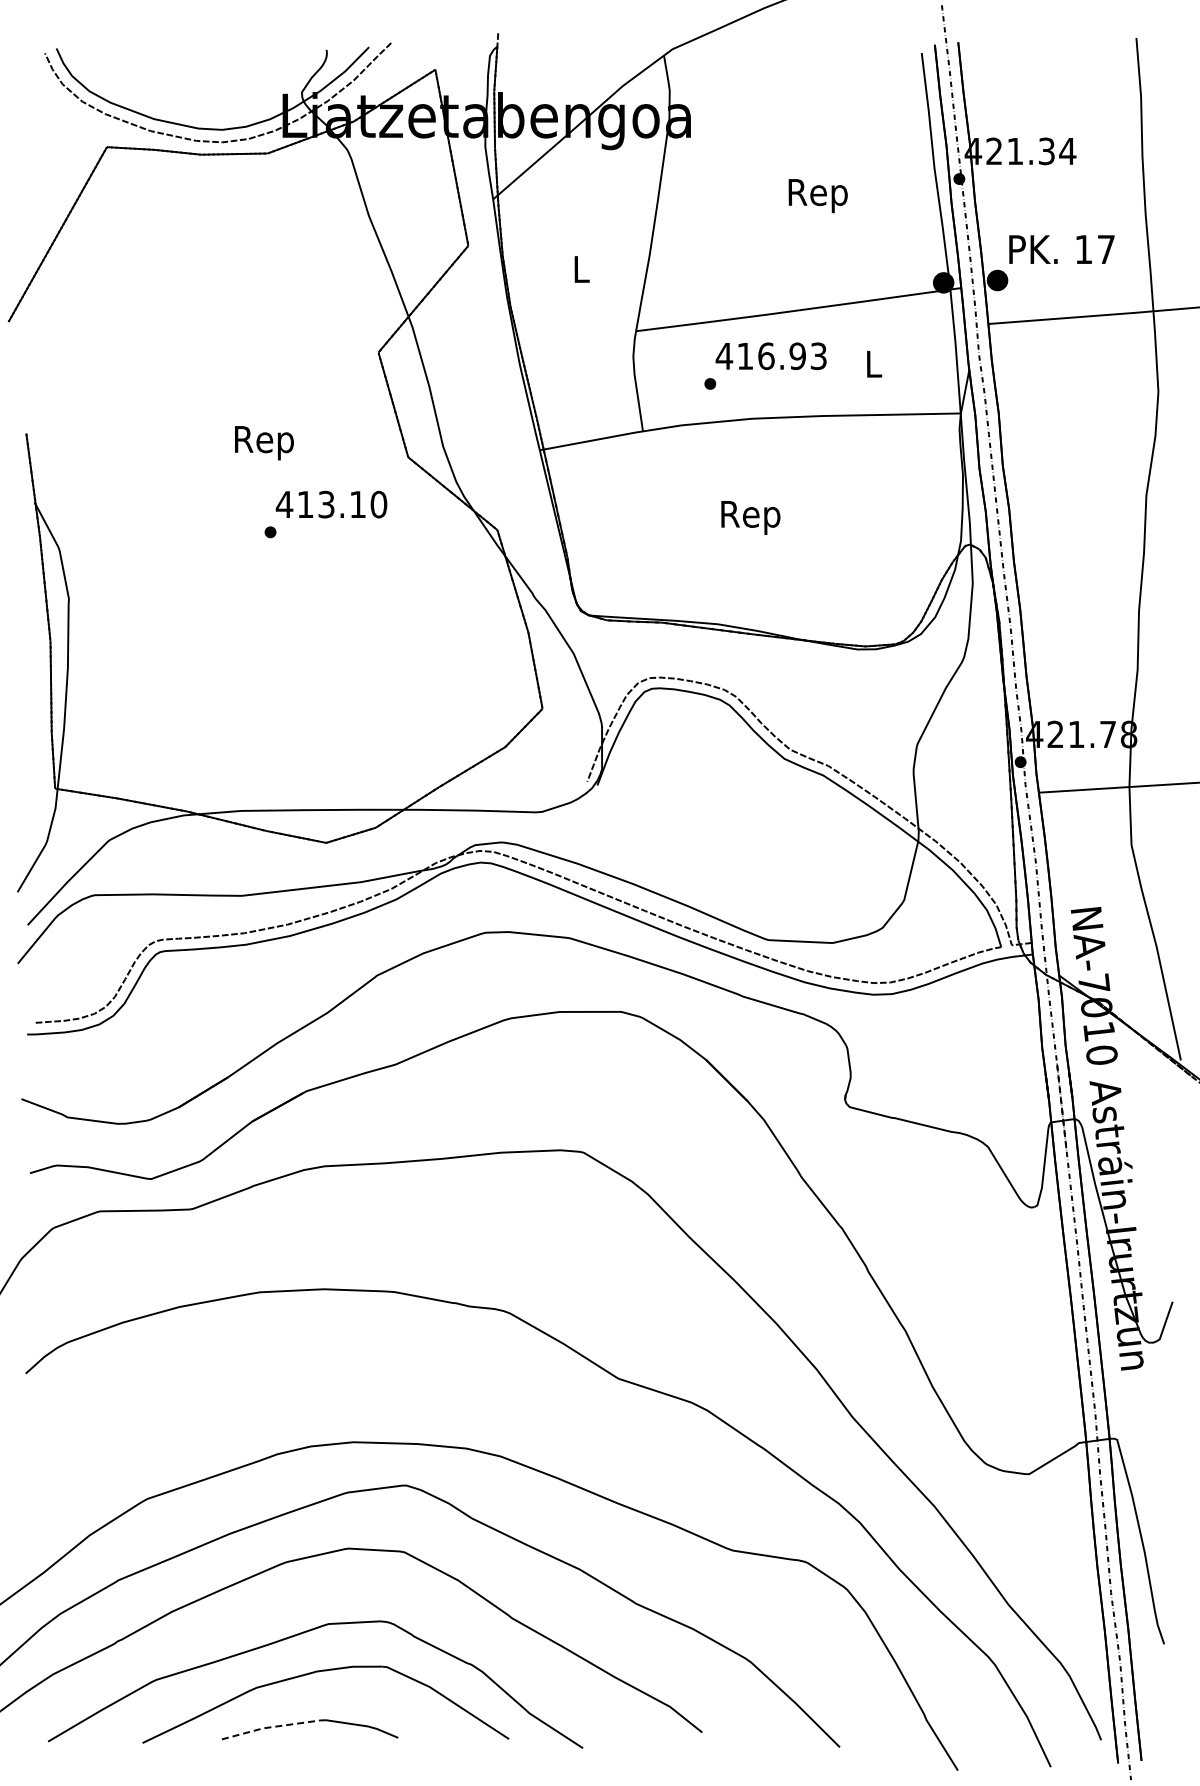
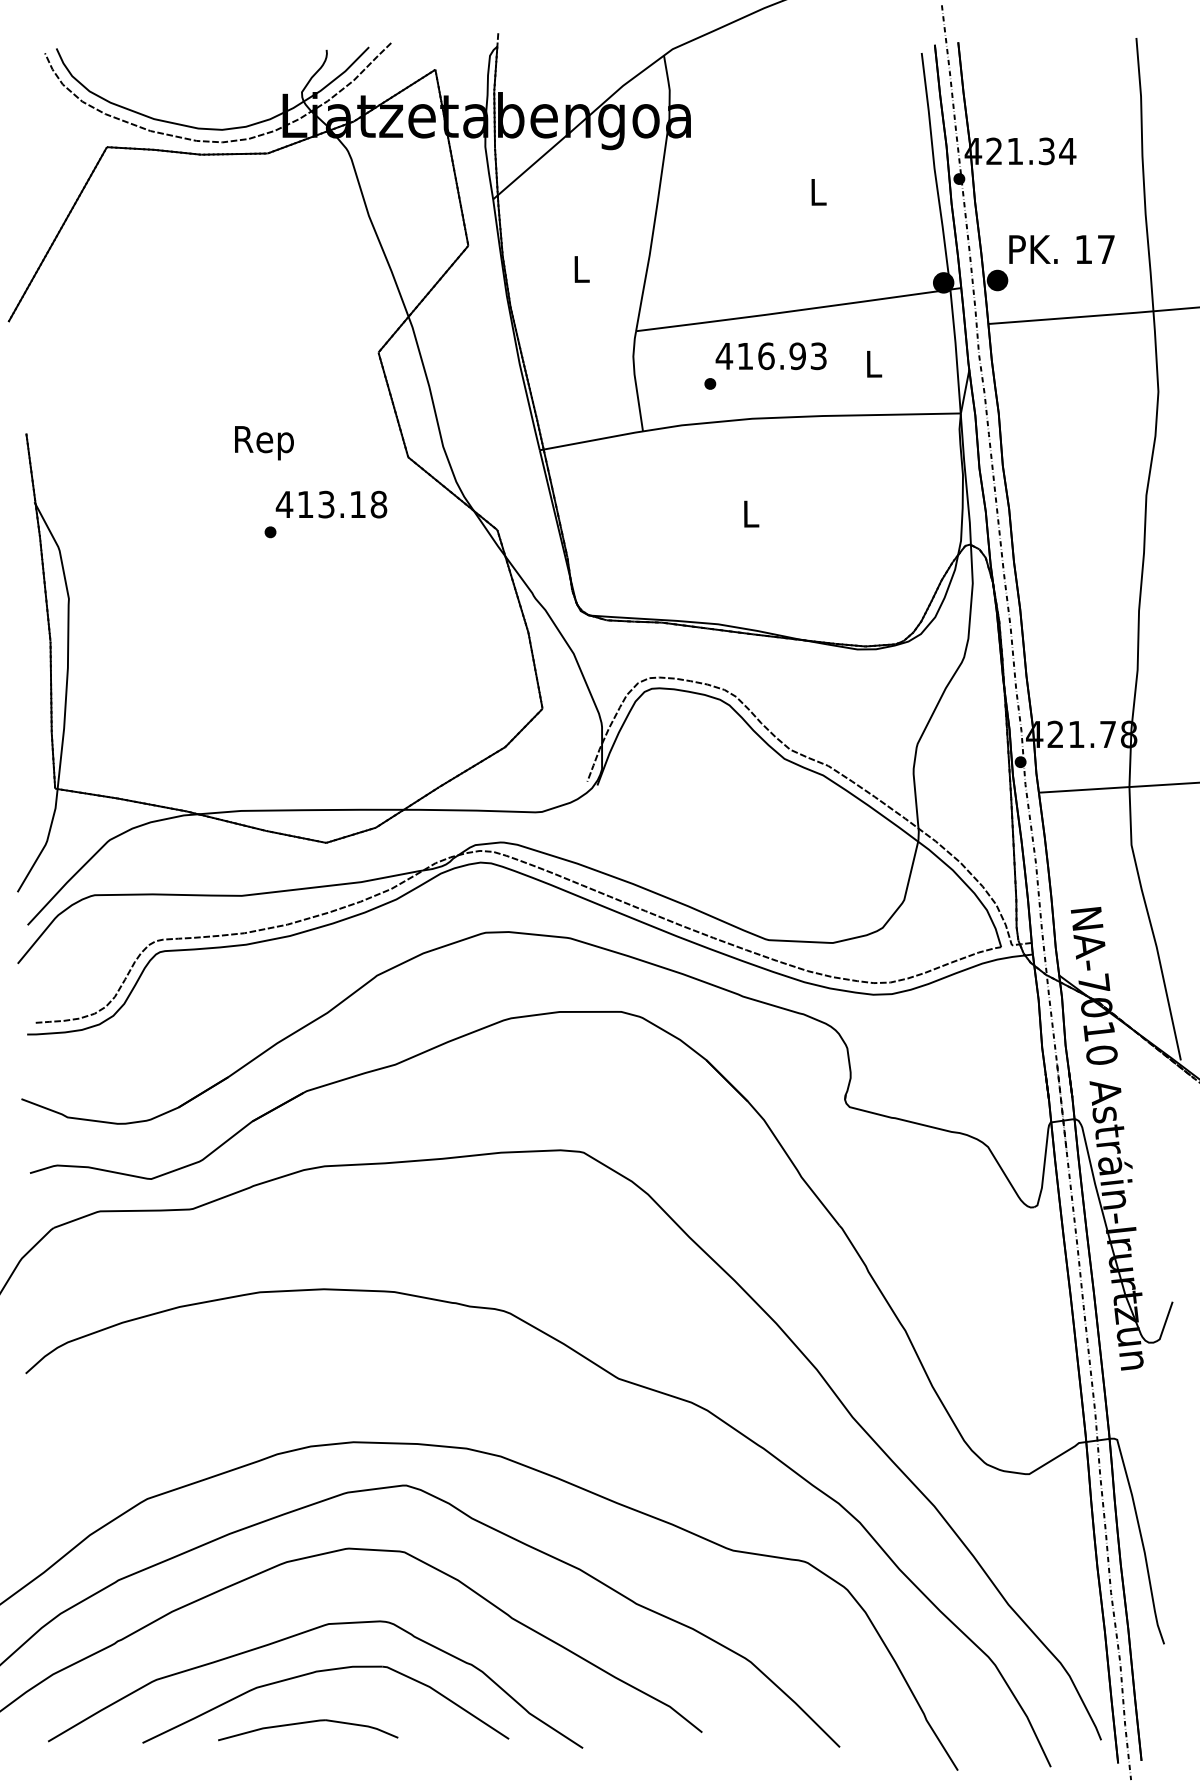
text at (817, 196): Rep -> L
text at (378, 504): 413.10 -> 413.18
text at (750, 517): Rep -> L
line at (270, 1727): dashed -> solid
